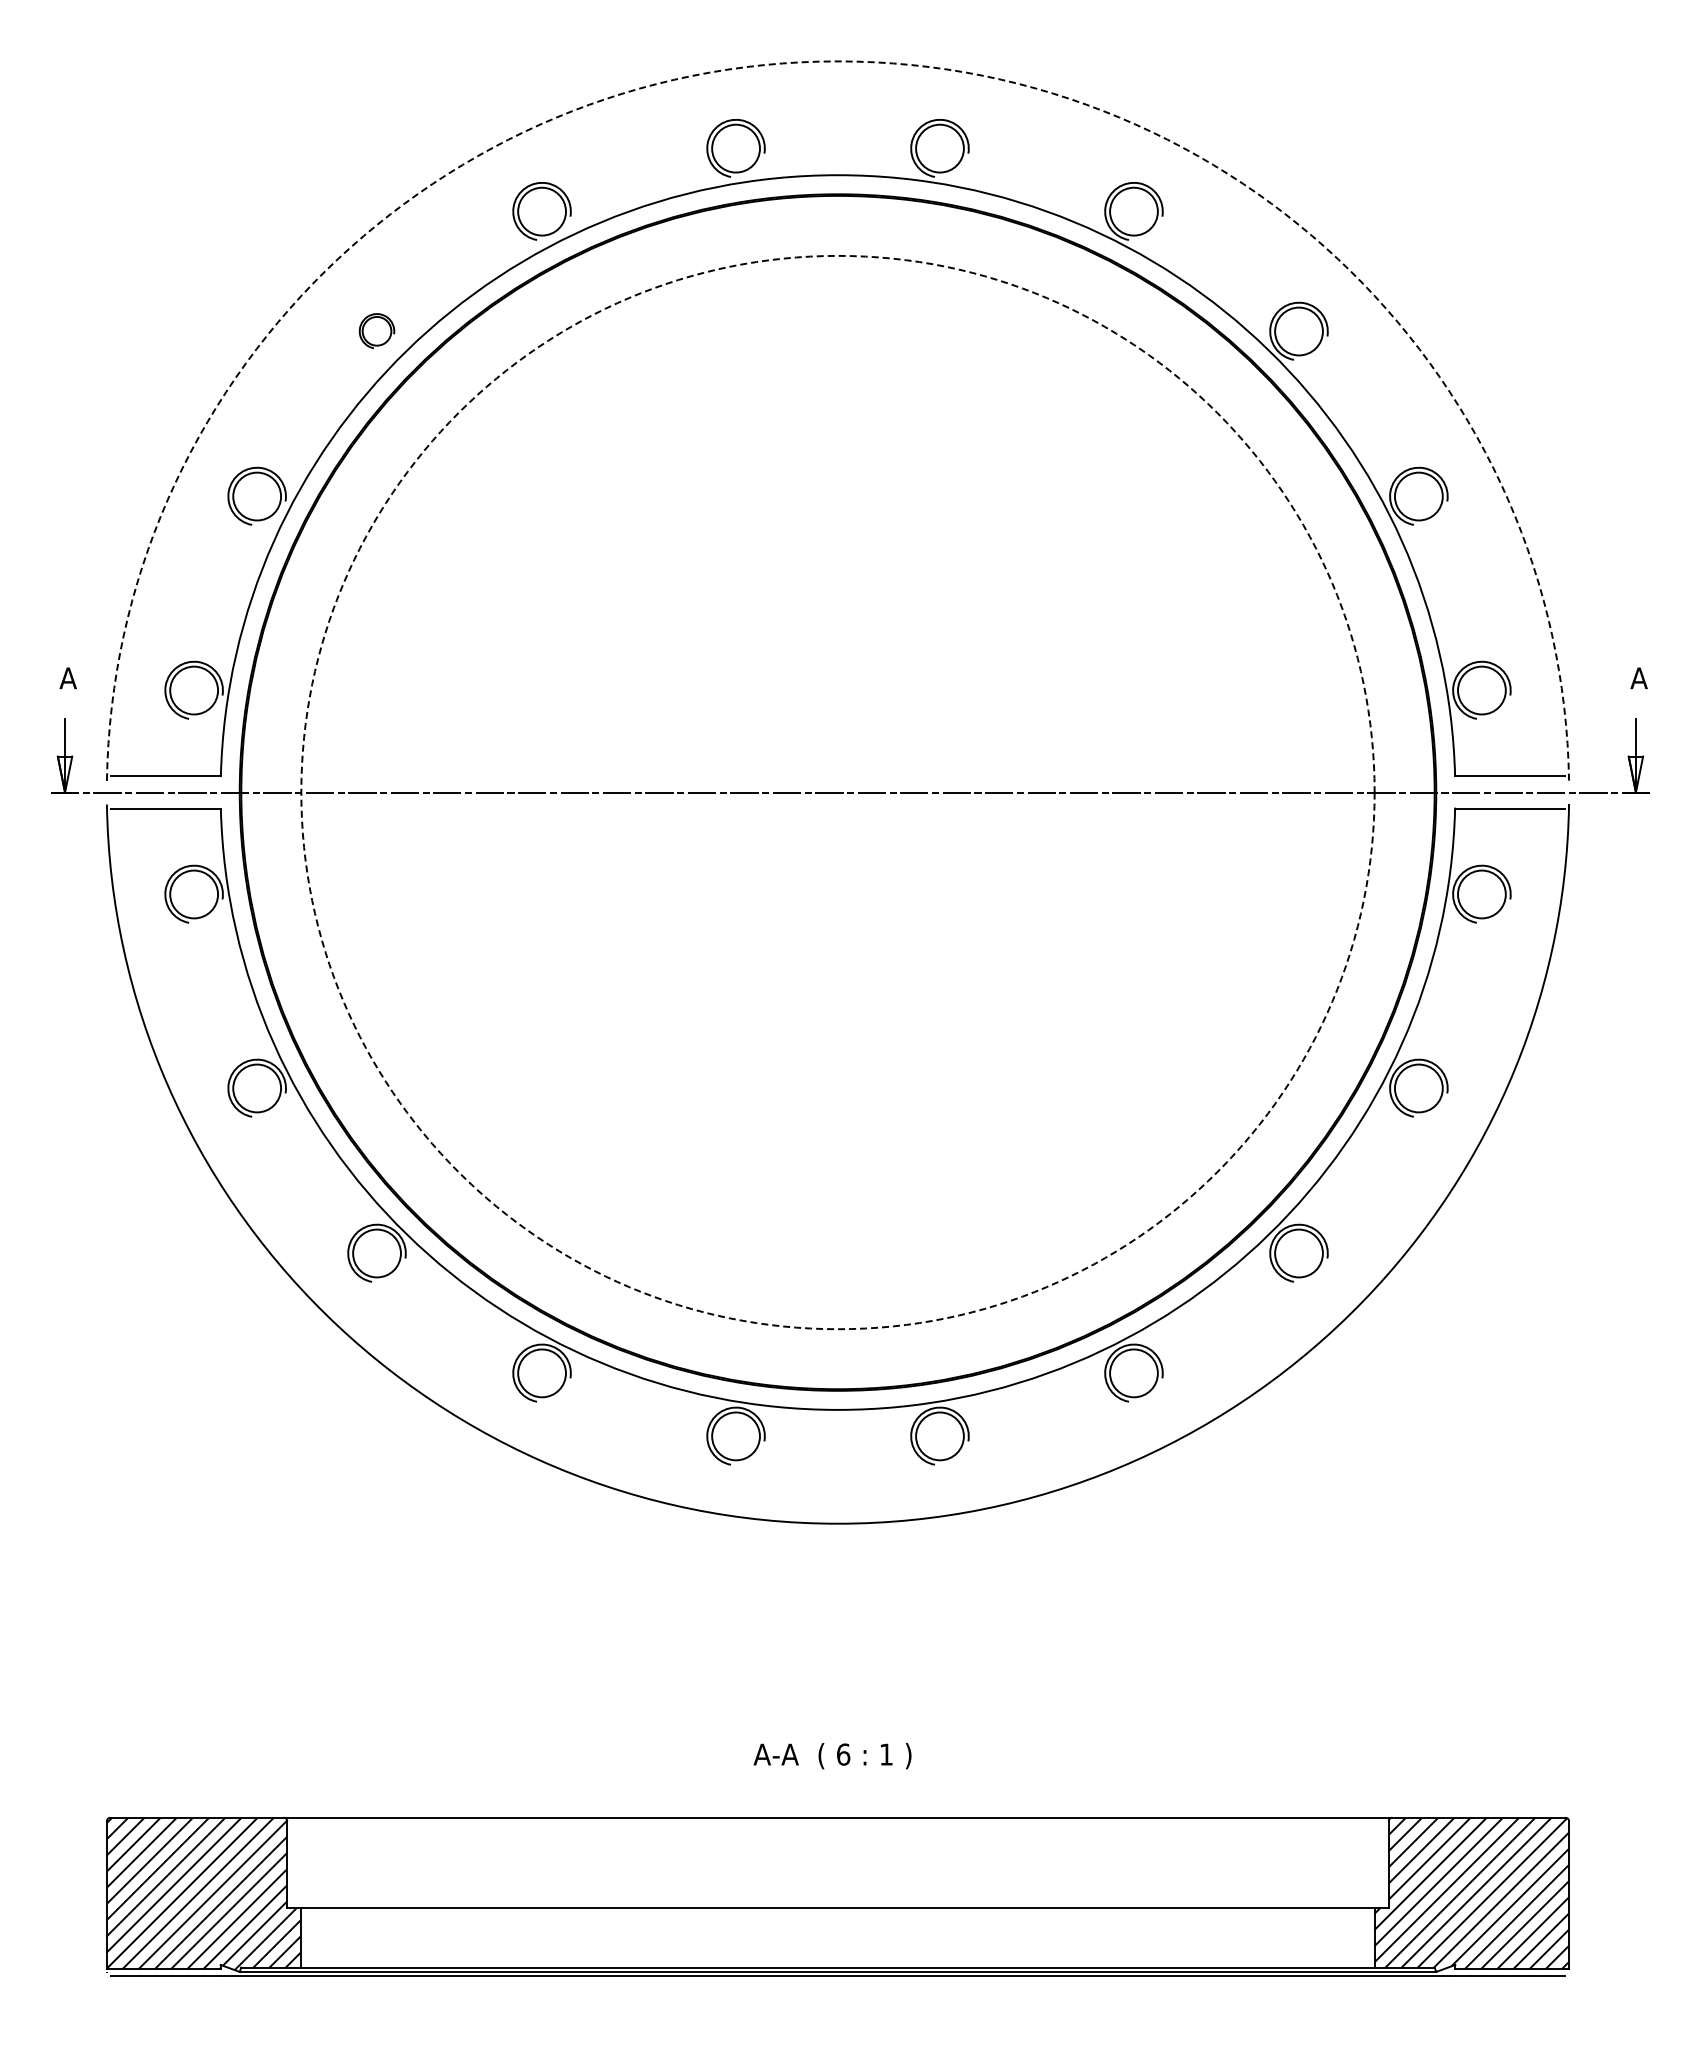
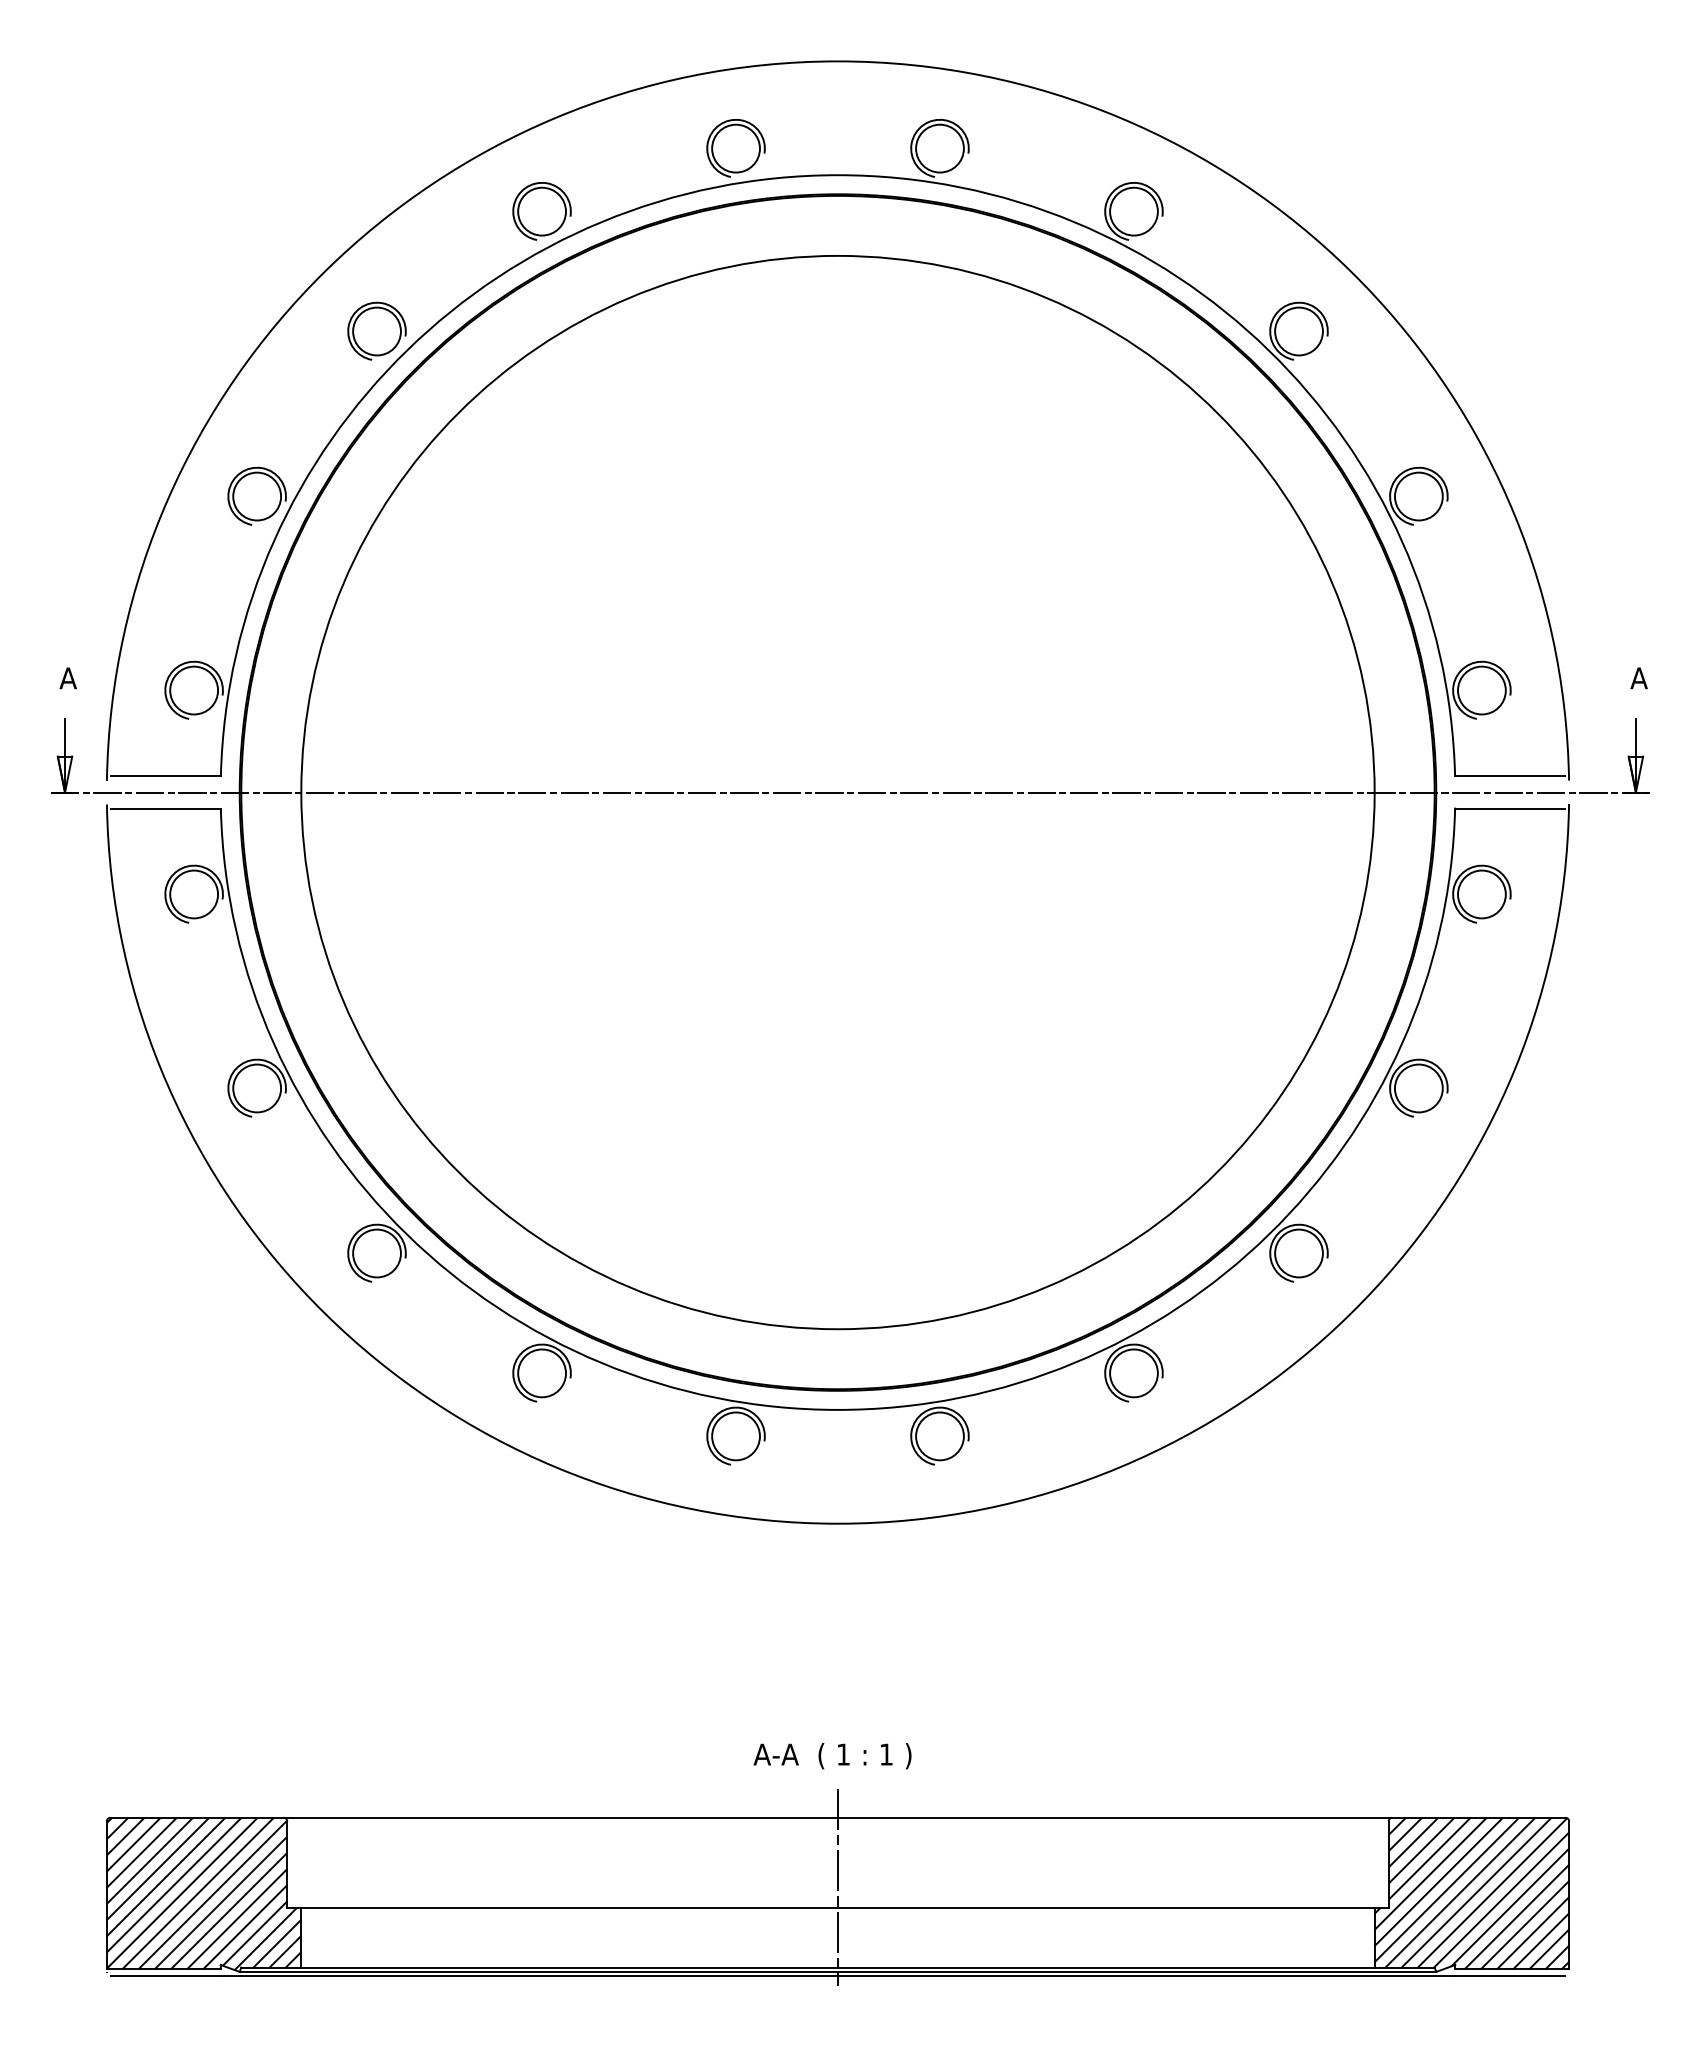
arc at (837, 61): dashed -> solid
part at (376, 331) size: 38x37 px -> 60x60 px
circle at (837, 792): dashed -> solid
text at (843, 1754): 6 -> 1
line at (837, 1887): none -> present
